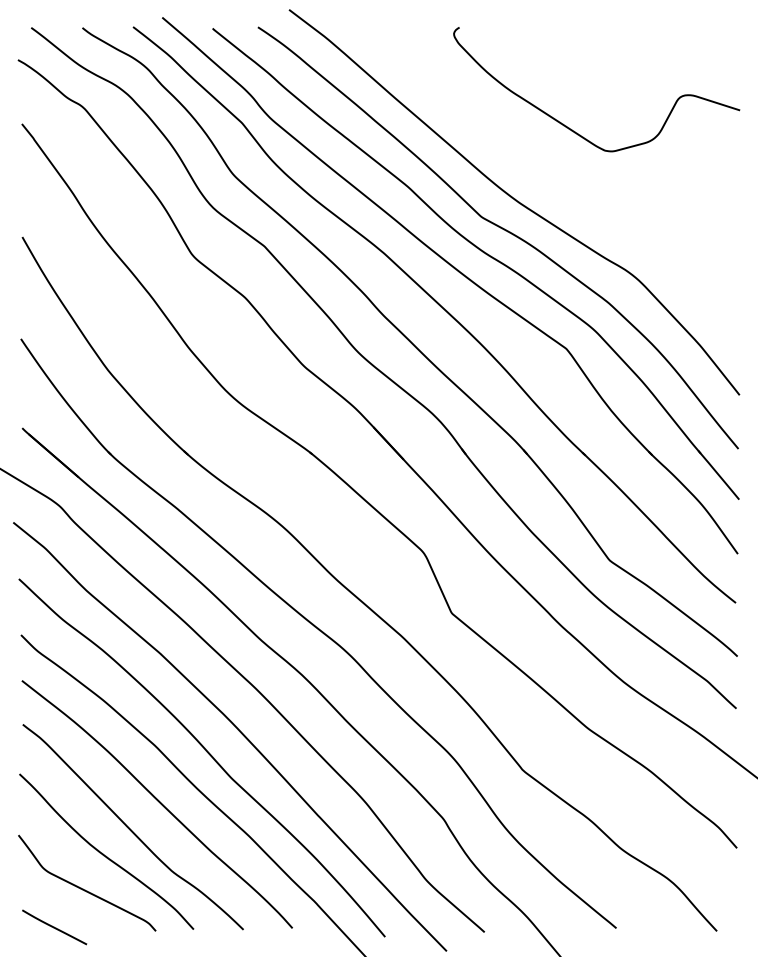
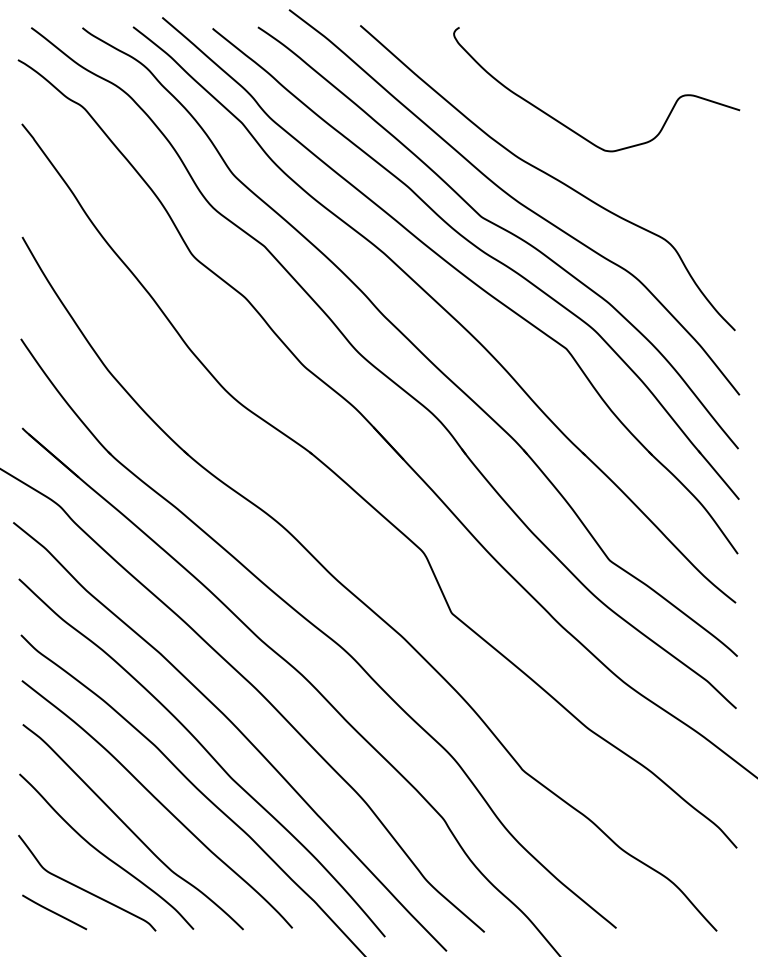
curve at (549, 176): none -> present
line at (54, 927) position: (54, 927) -> (54, 912)
